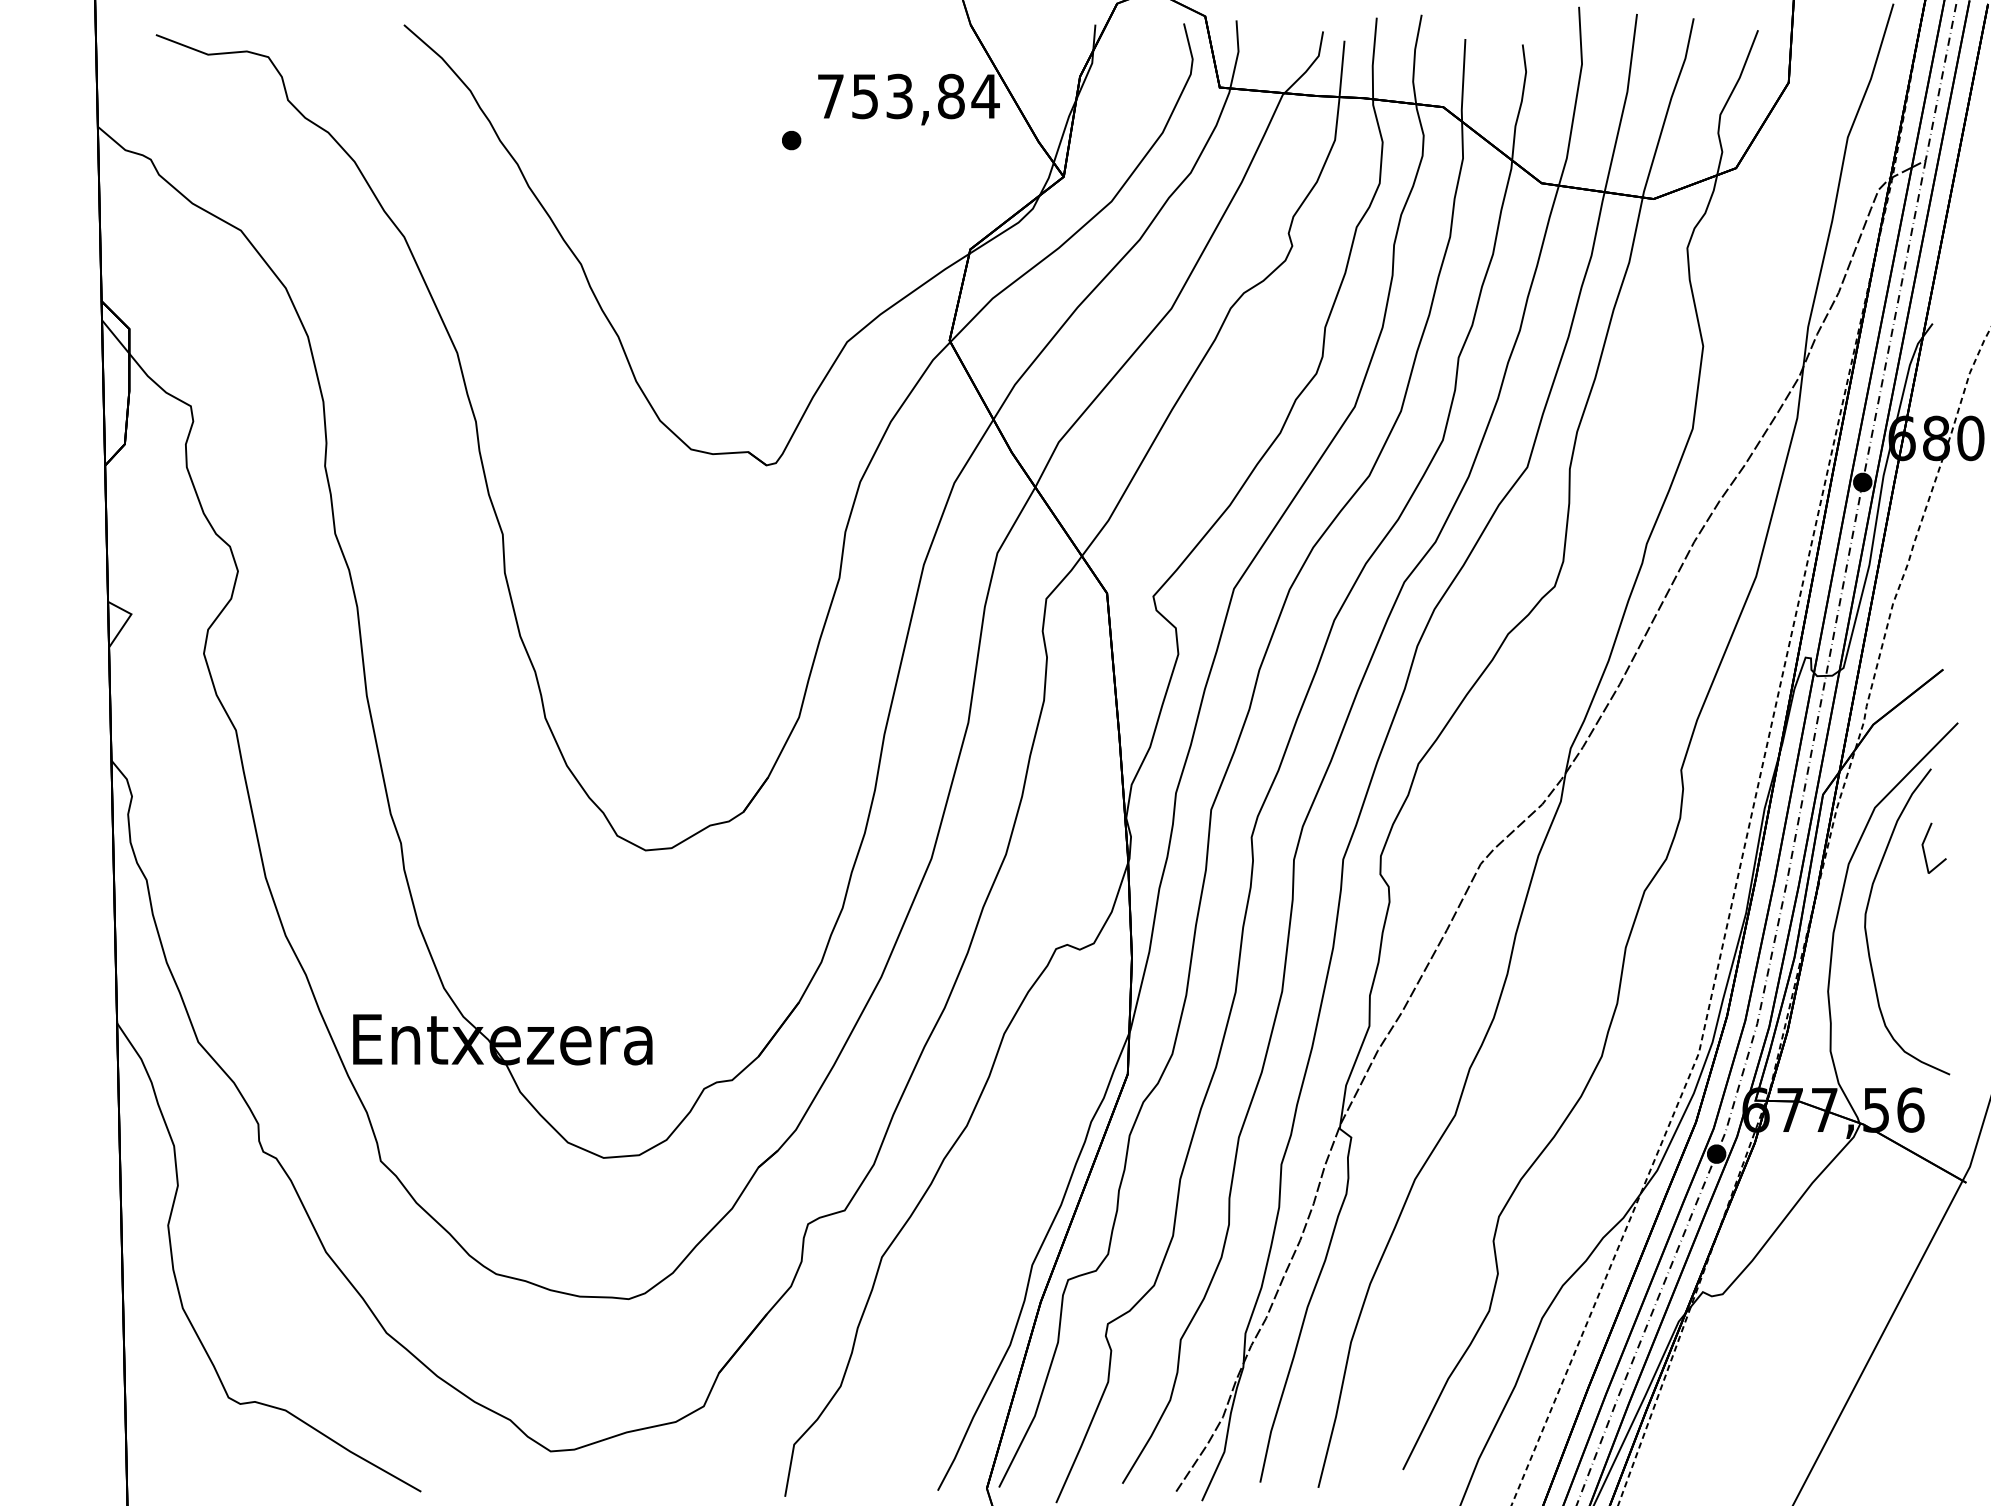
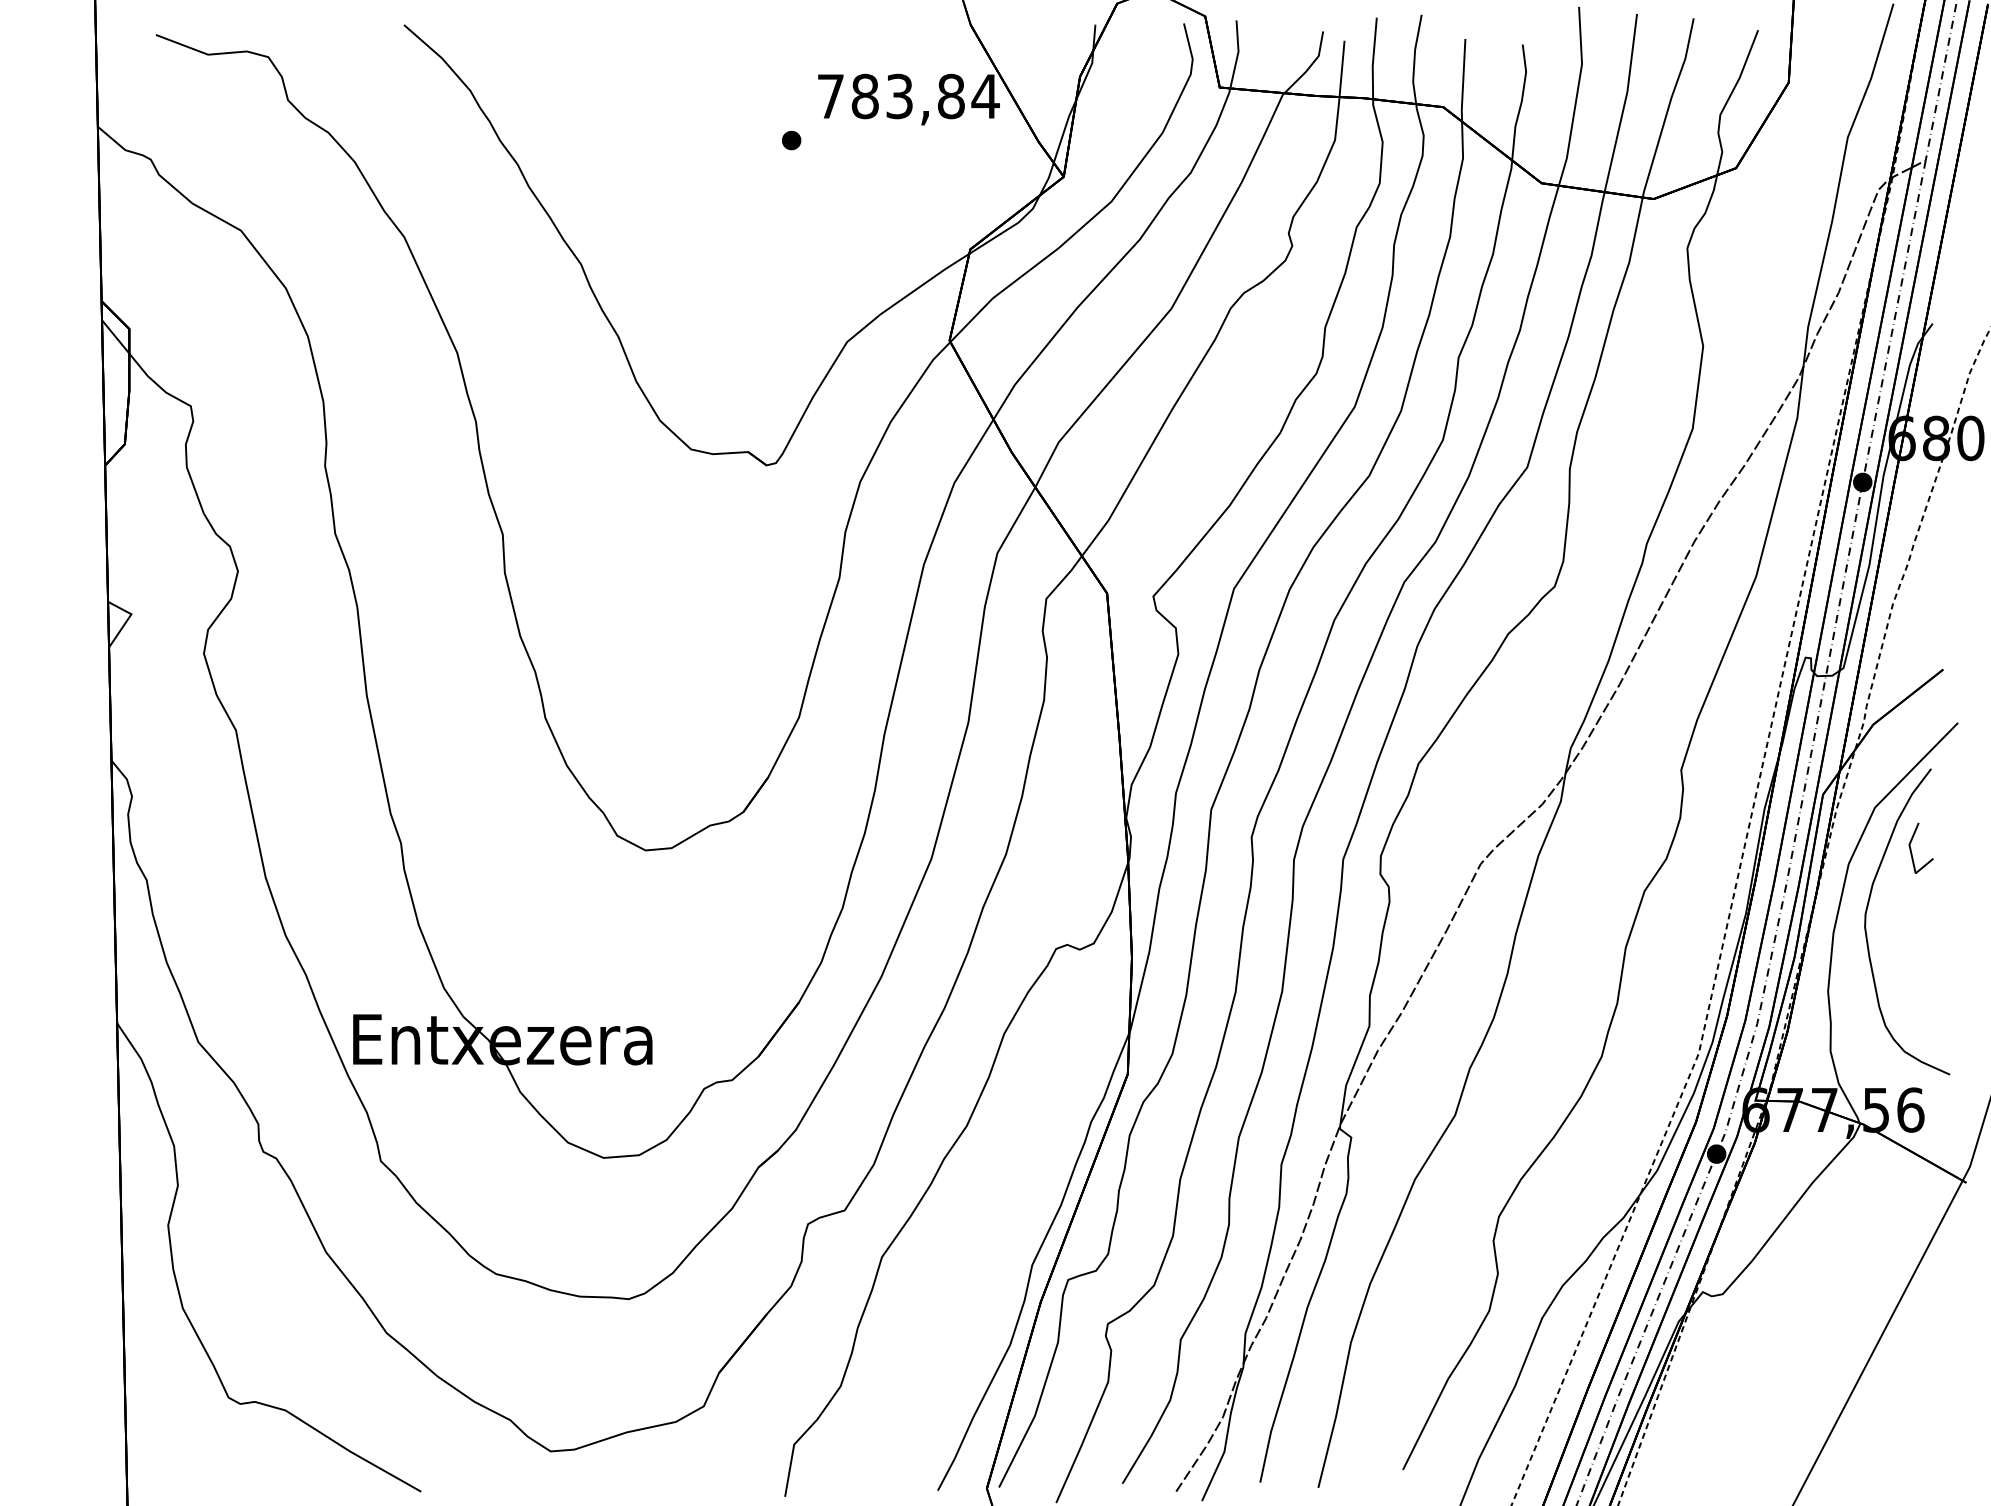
text at (864, 96): 753,84 -> 783,84
line at (1924, 848) position: (1924, 848) -> (1911, 848)
